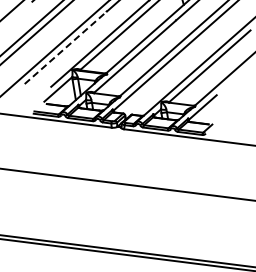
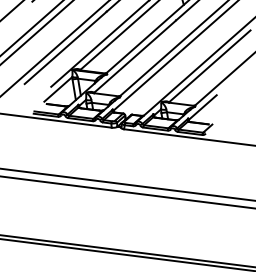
line at (65, 47): dashed -> solid
line at (127, 192): none -> present
